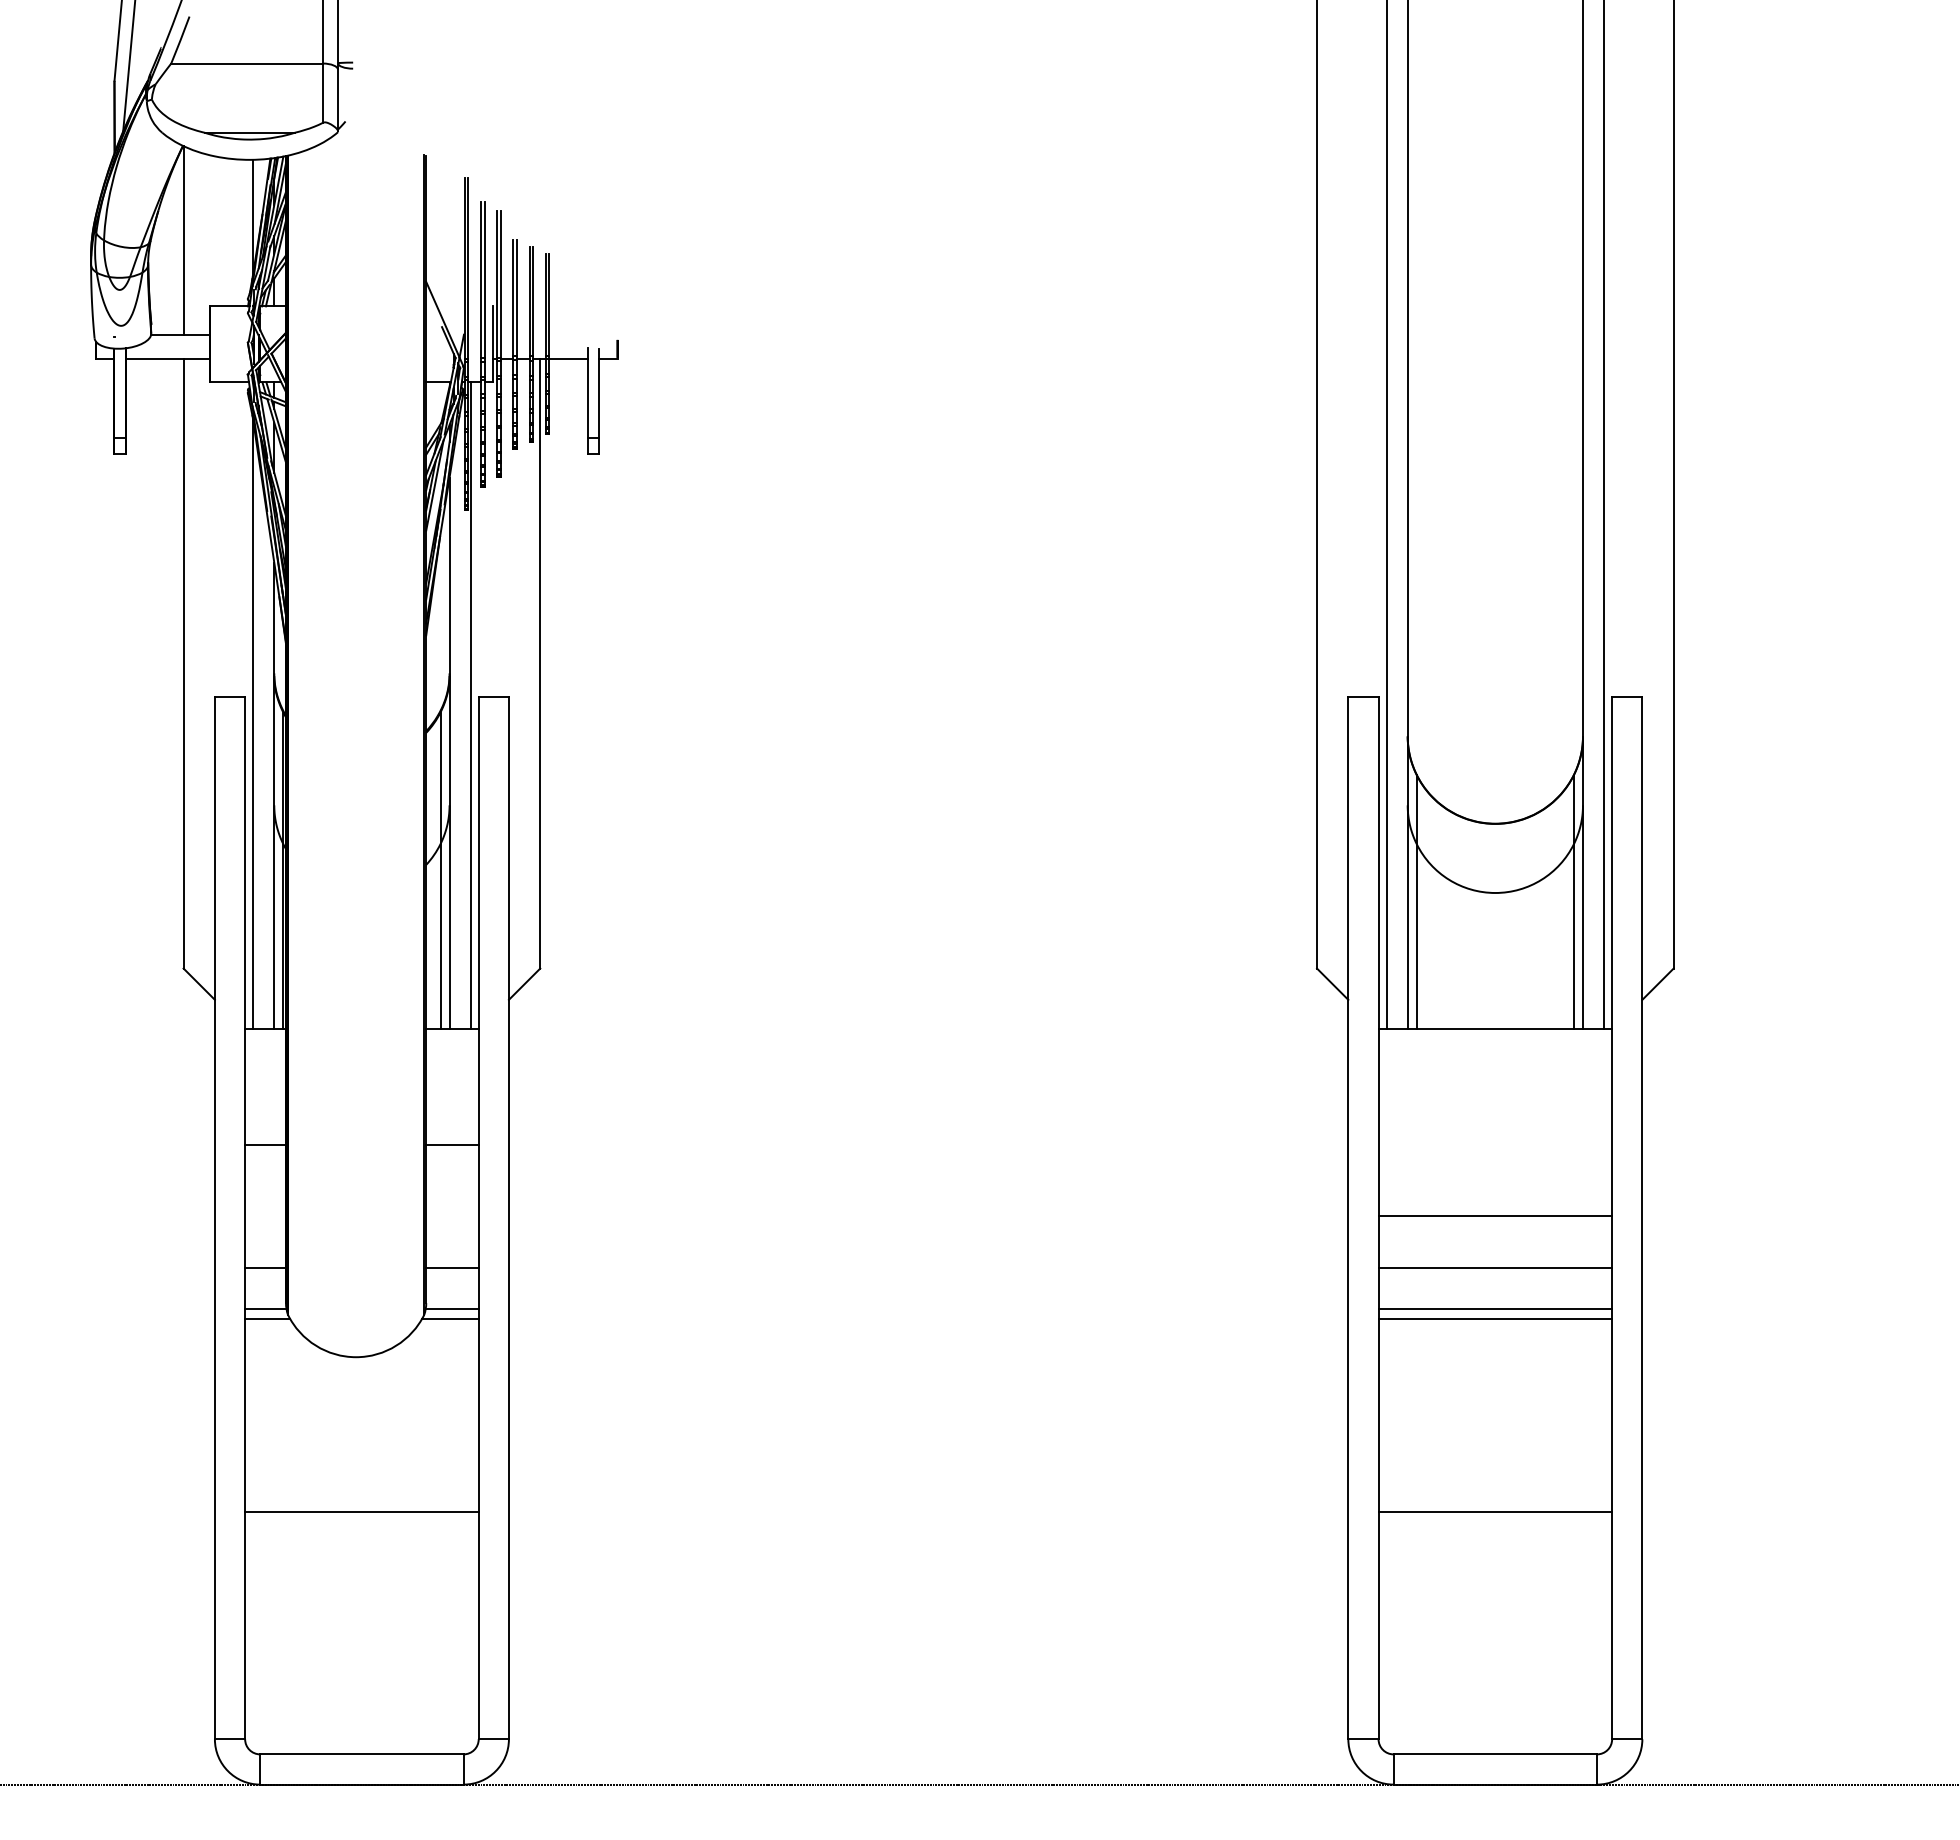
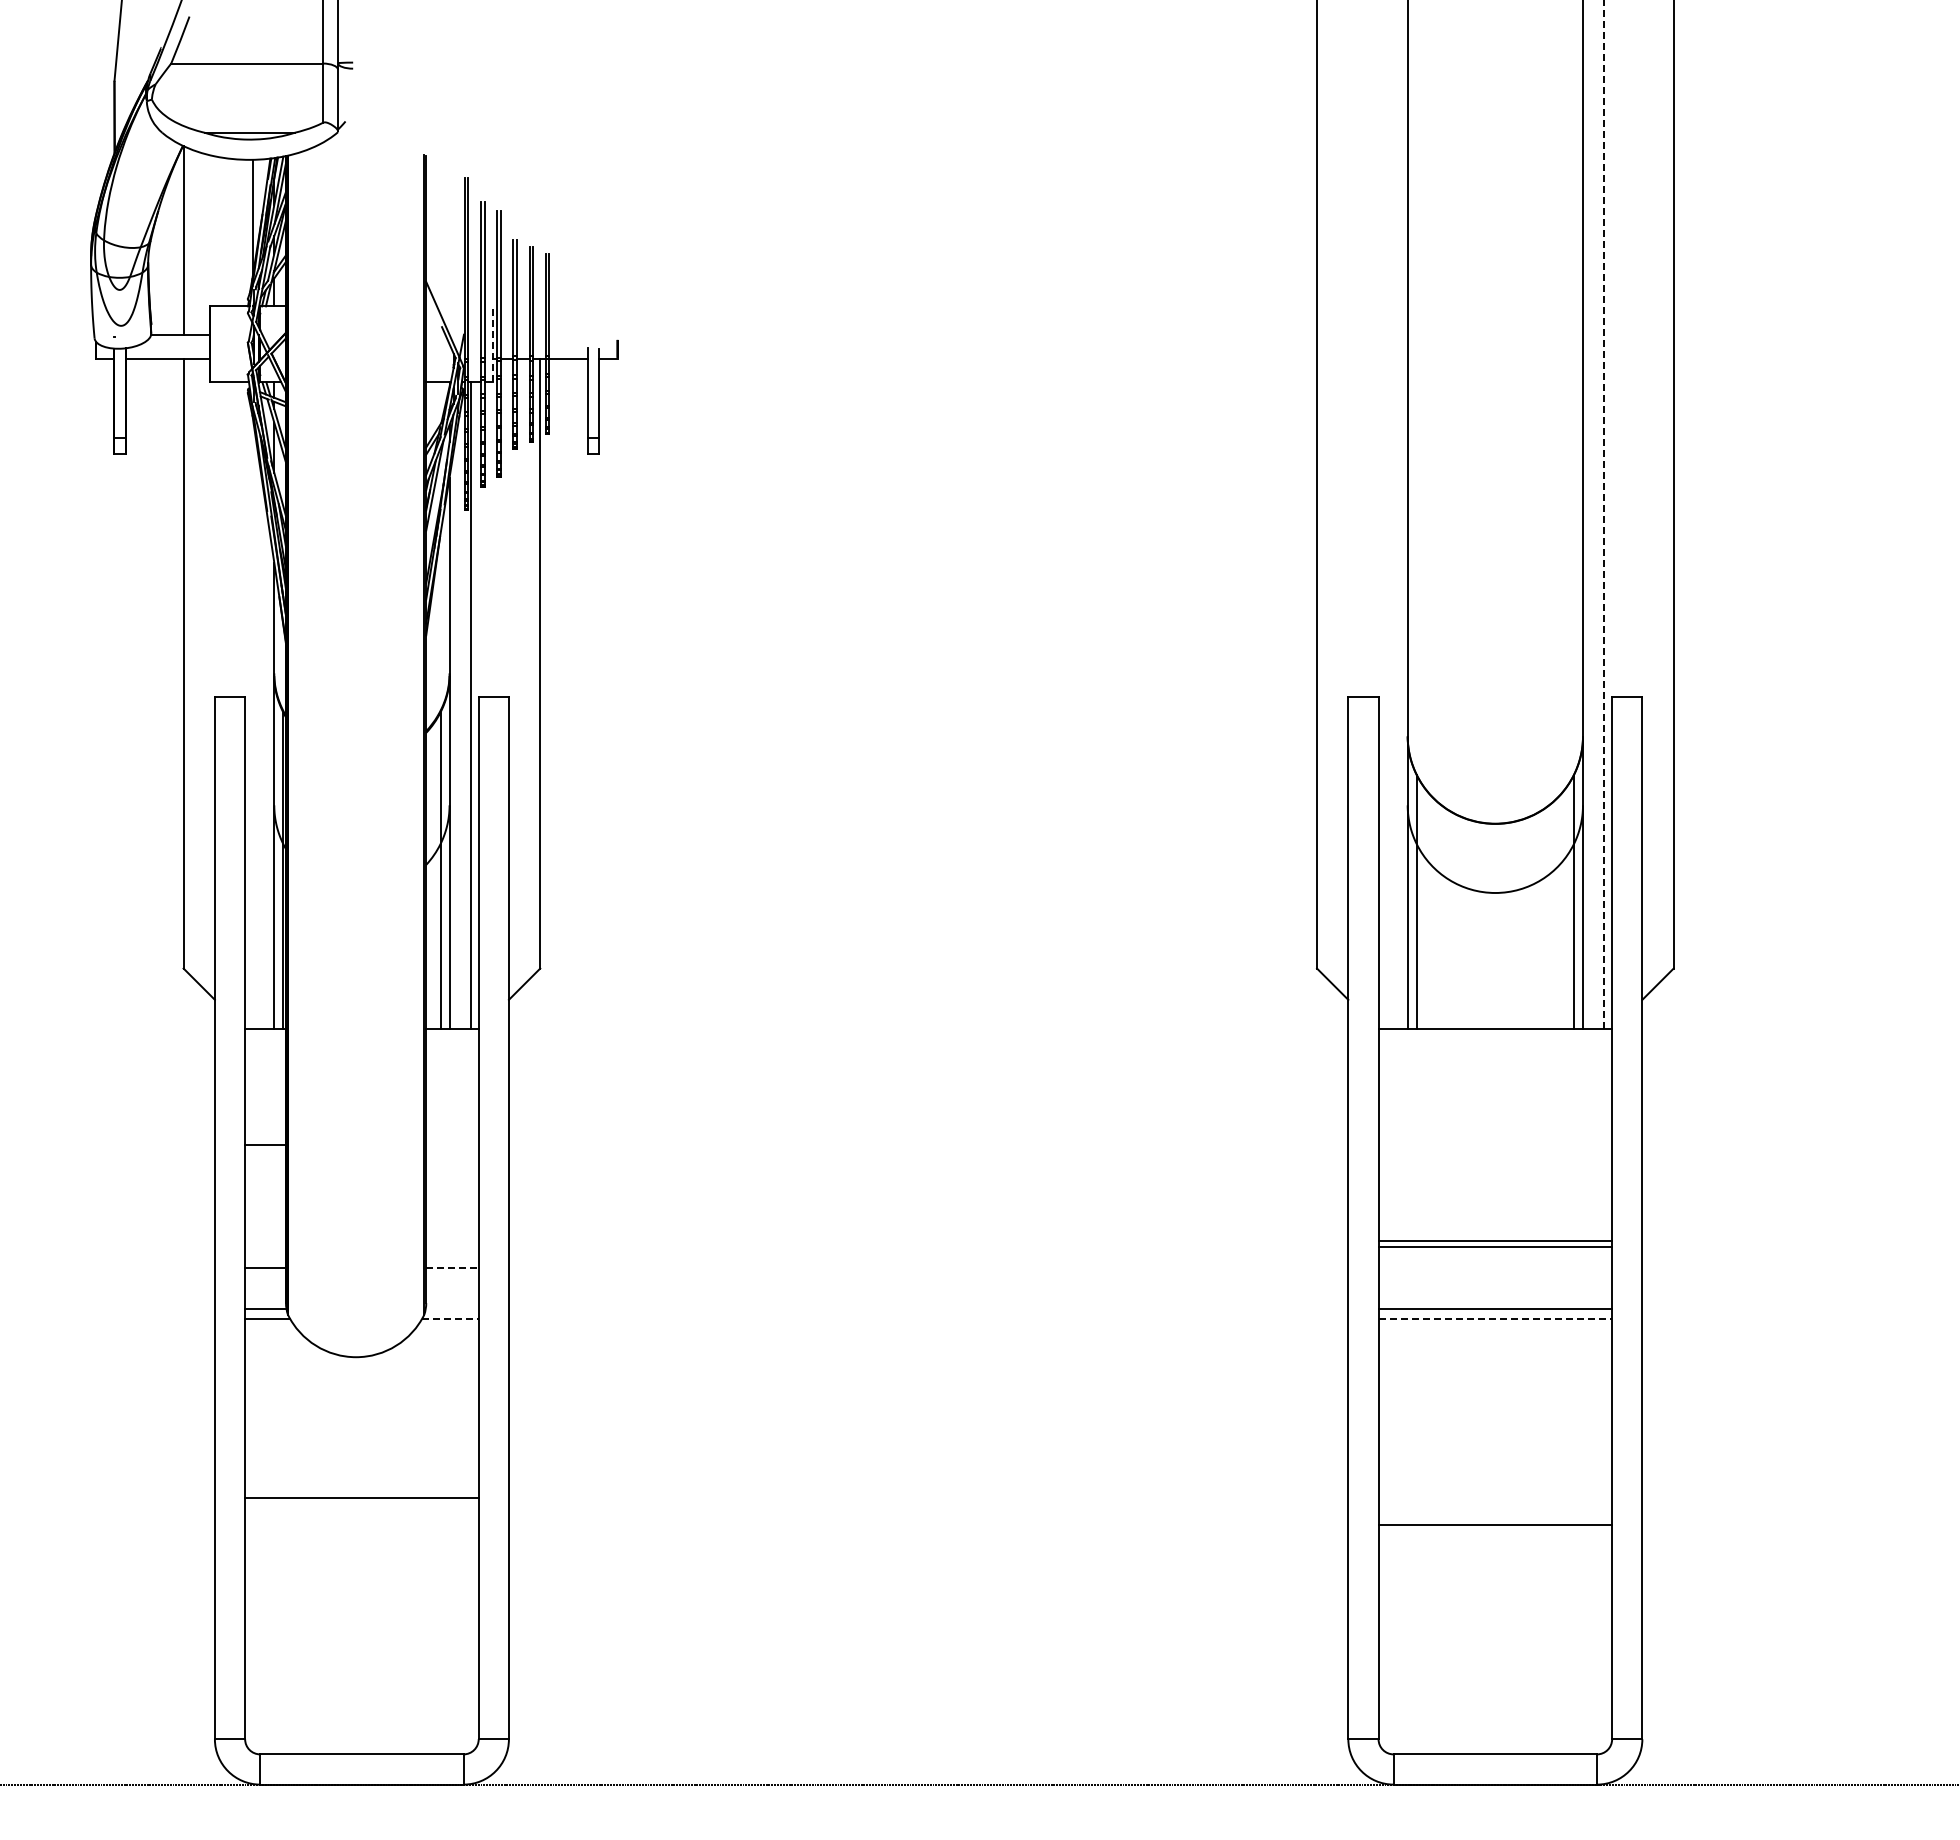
line at (129, 66): present -> none
line at (492, 343): solid -> dashed
line at (1604, 514): solid -> dashed
line at (1386, 515): present -> none
line at (253, 724): present -> none
line at (452, 1144): present -> none
line at (1495, 1216) position: (1495, 1216) -> (1495, 1247)
line at (452, 1267): solid -> dashed
line at (1495, 1267) position: (1495, 1267) -> (1495, 1240)
line at (451, 1308): present -> none
line at (450, 1319): solid -> dashed
line at (1495, 1319): solid -> dashed
line at (361, 1511) position: (361, 1511) -> (361, 1497)
line at (1495, 1511) position: (1495, 1511) -> (1495, 1524)
